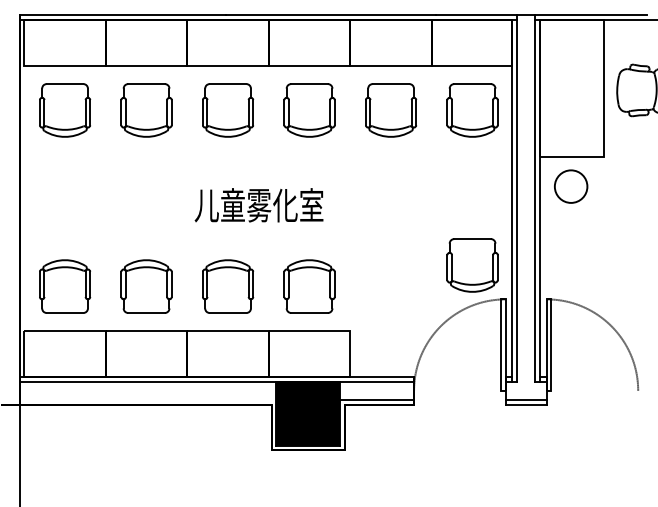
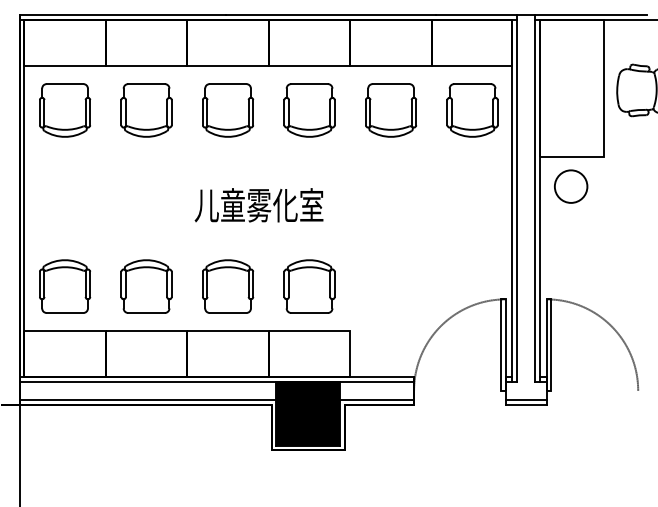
line at (24, 198): none -> present
part at (472, 265): present -> none
line at (147, 400): none -> present
